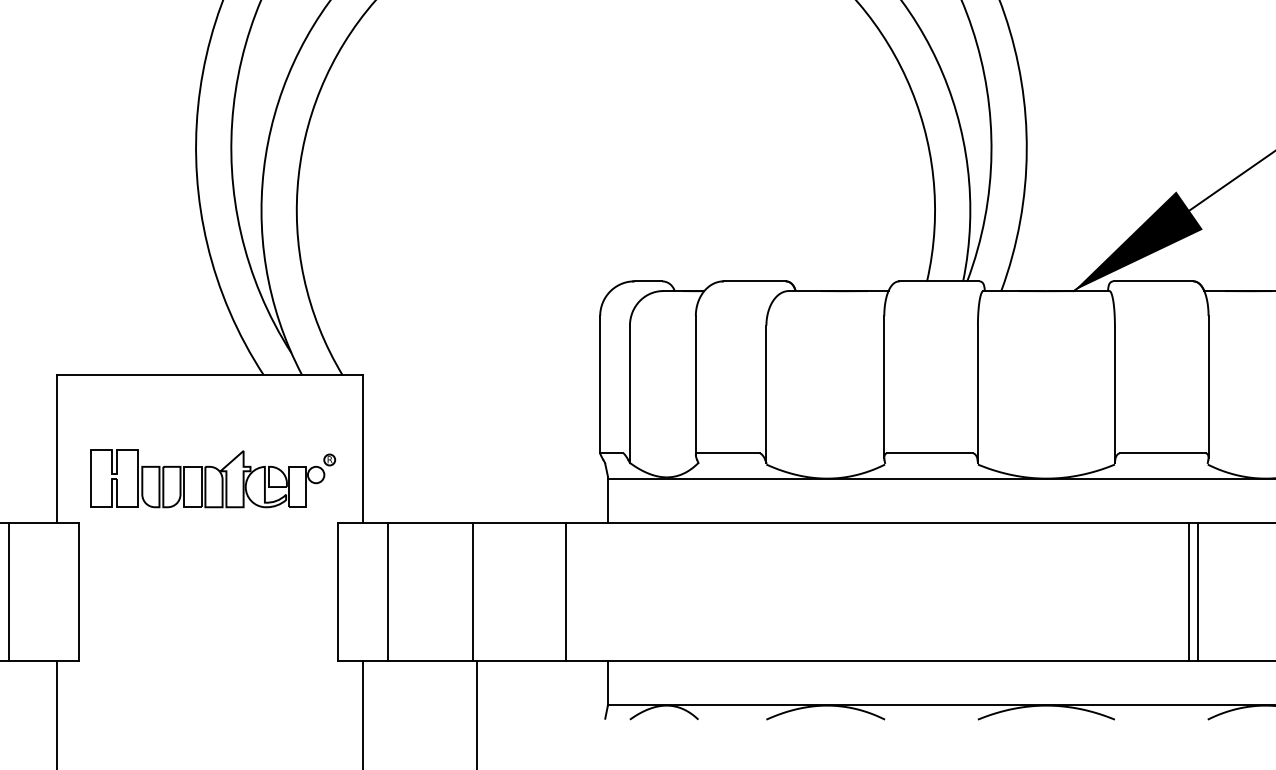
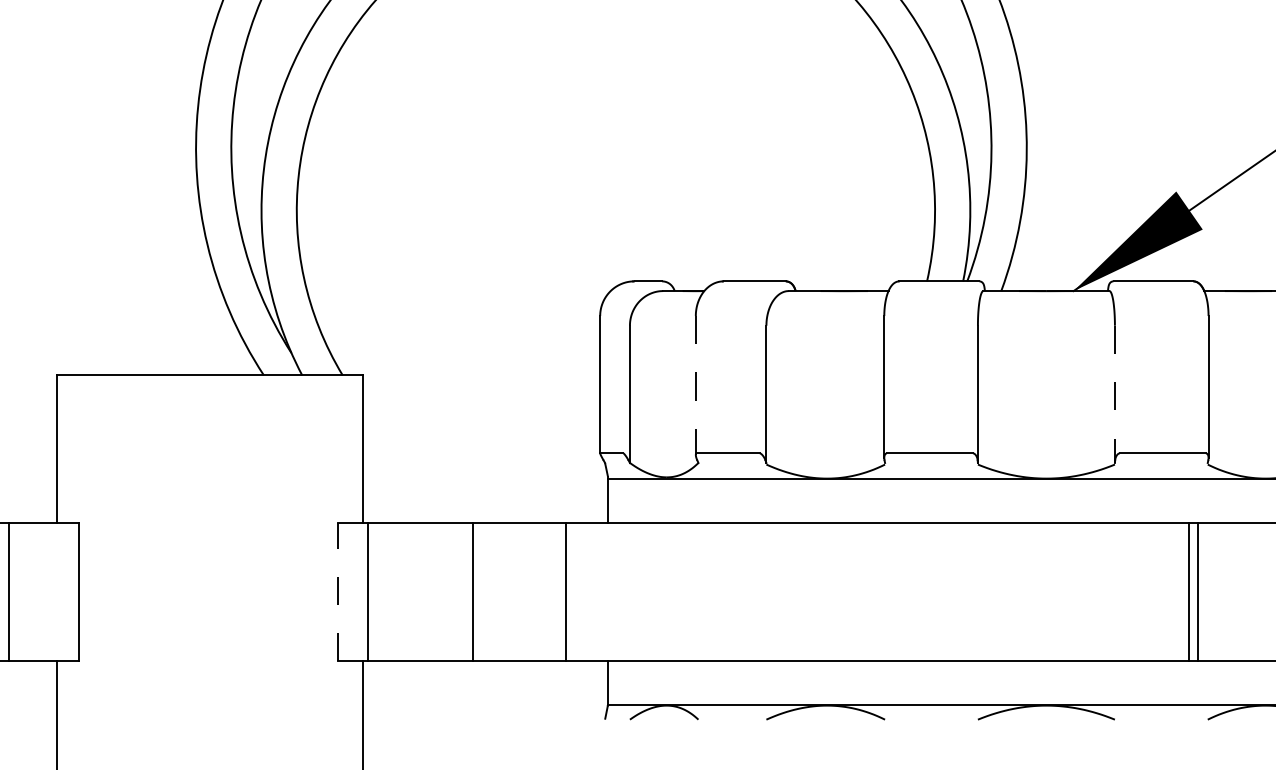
line at (695, 386): solid -> dashed
line at (1114, 394): solid -> dashed
part at (213, 478): present -> none
line at (337, 591): solid -> dashed
line at (388, 591) position: (388, 591) -> (368, 591)
line at (477, 713): present -> none
